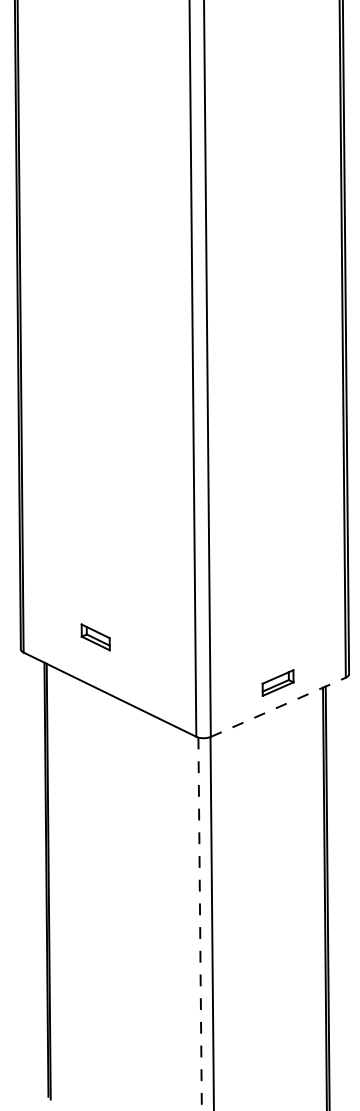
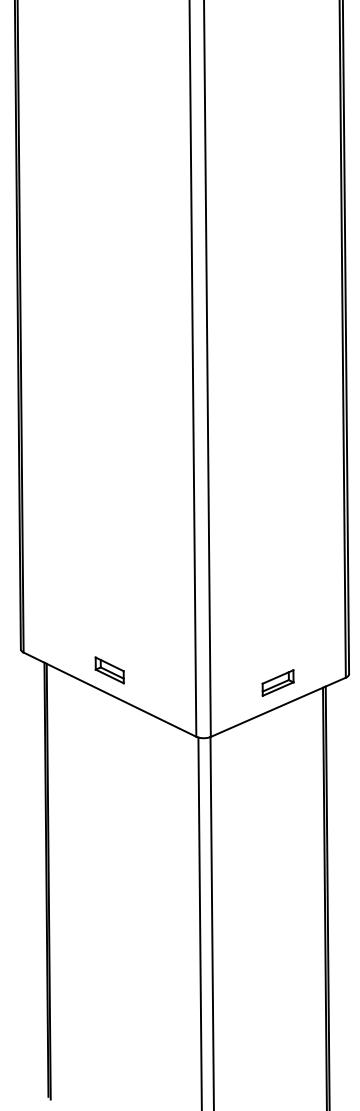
part at (95, 637) position: (95, 637) -> (109, 670)
line at (278, 707): dashed -> solid
line at (200, 924): dashed -> solid
